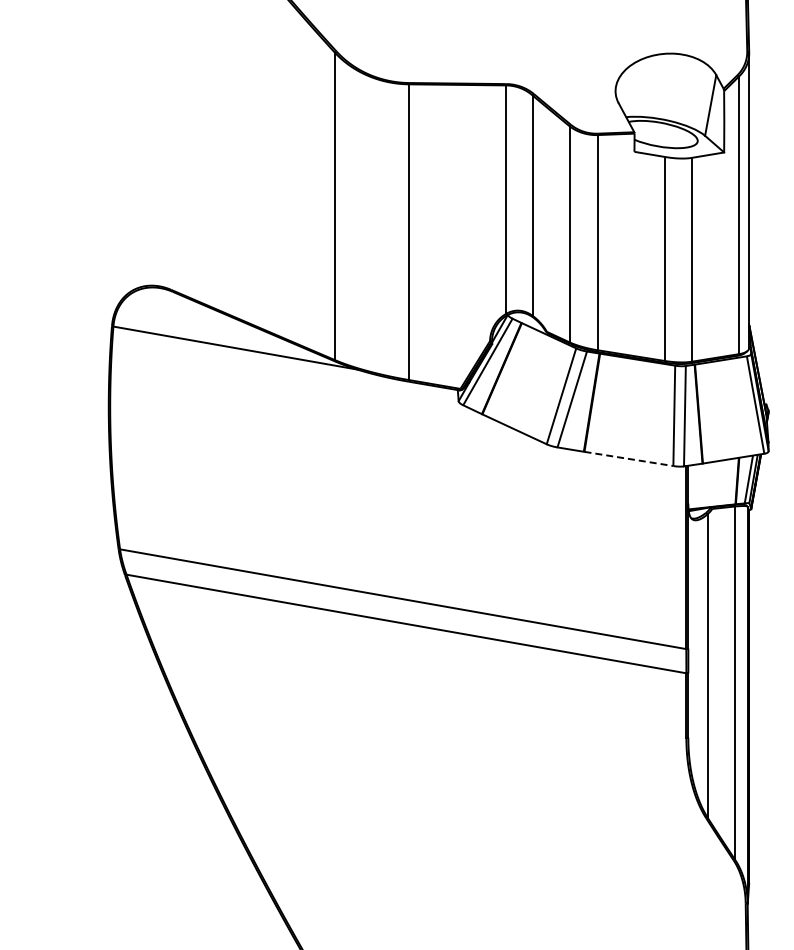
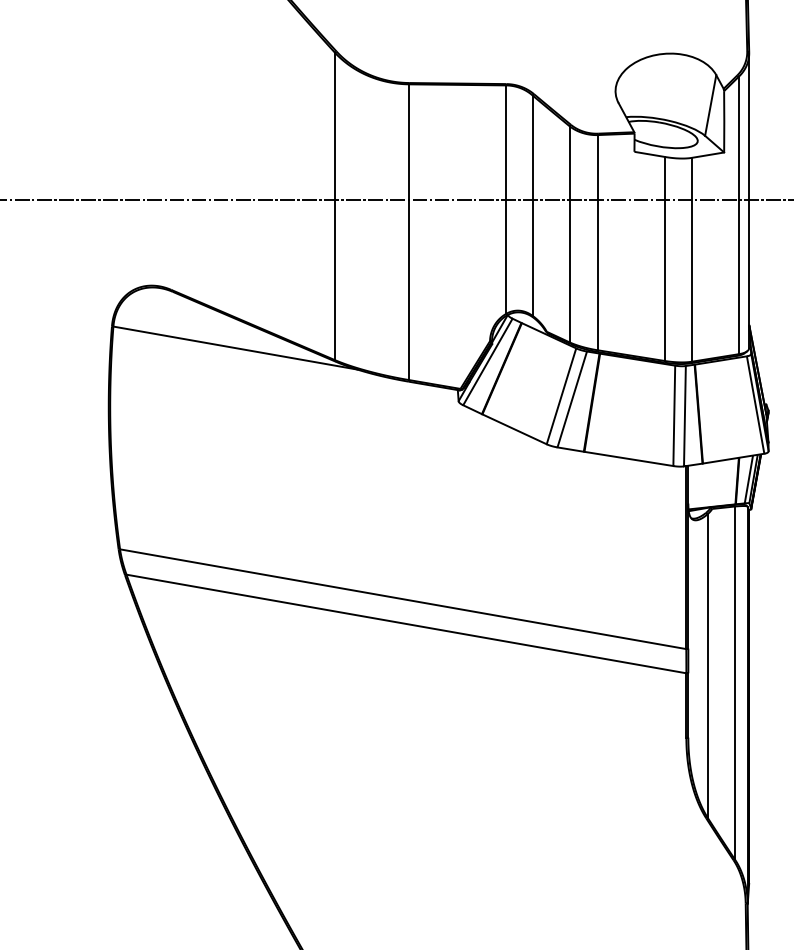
line at (396, 199): none -> present
line at (629, 459): dashed -> solid
